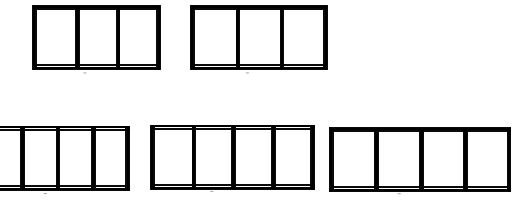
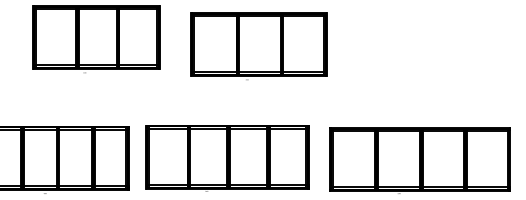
part at (258, 39) position: (258, 39) -> (258, 46)
part at (232, 158) position: (232, 158) -> (227, 158)
